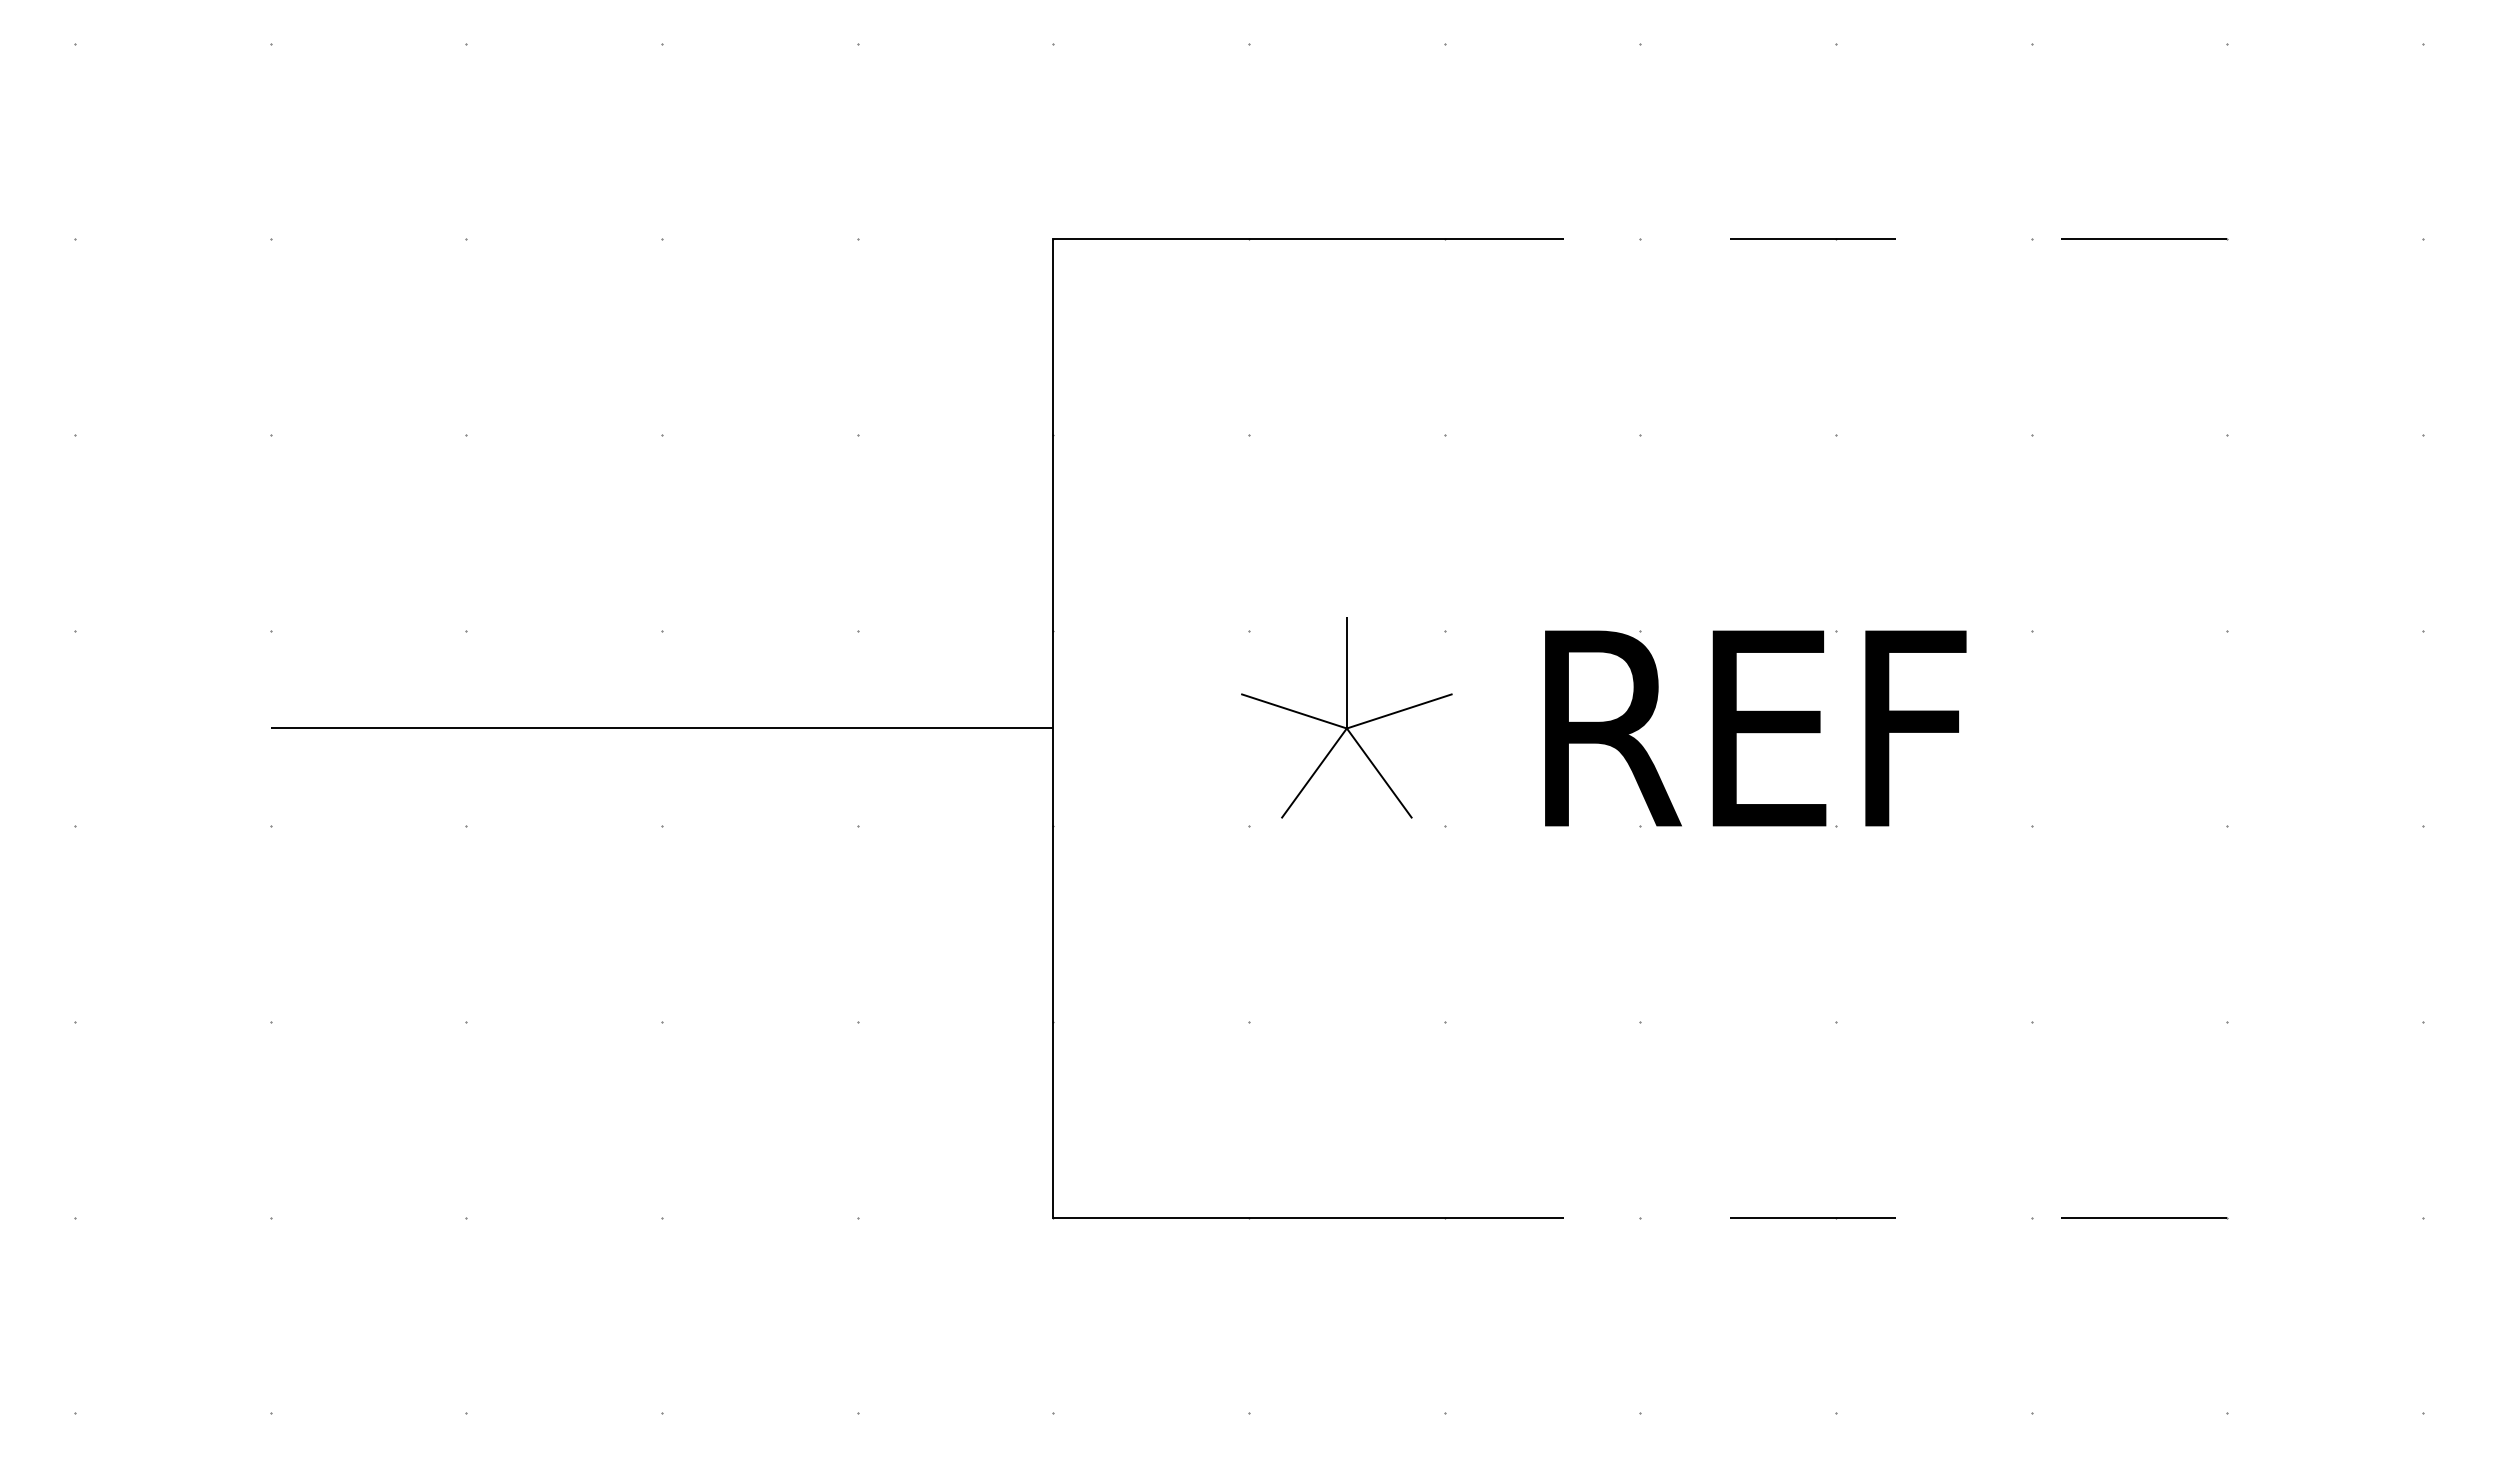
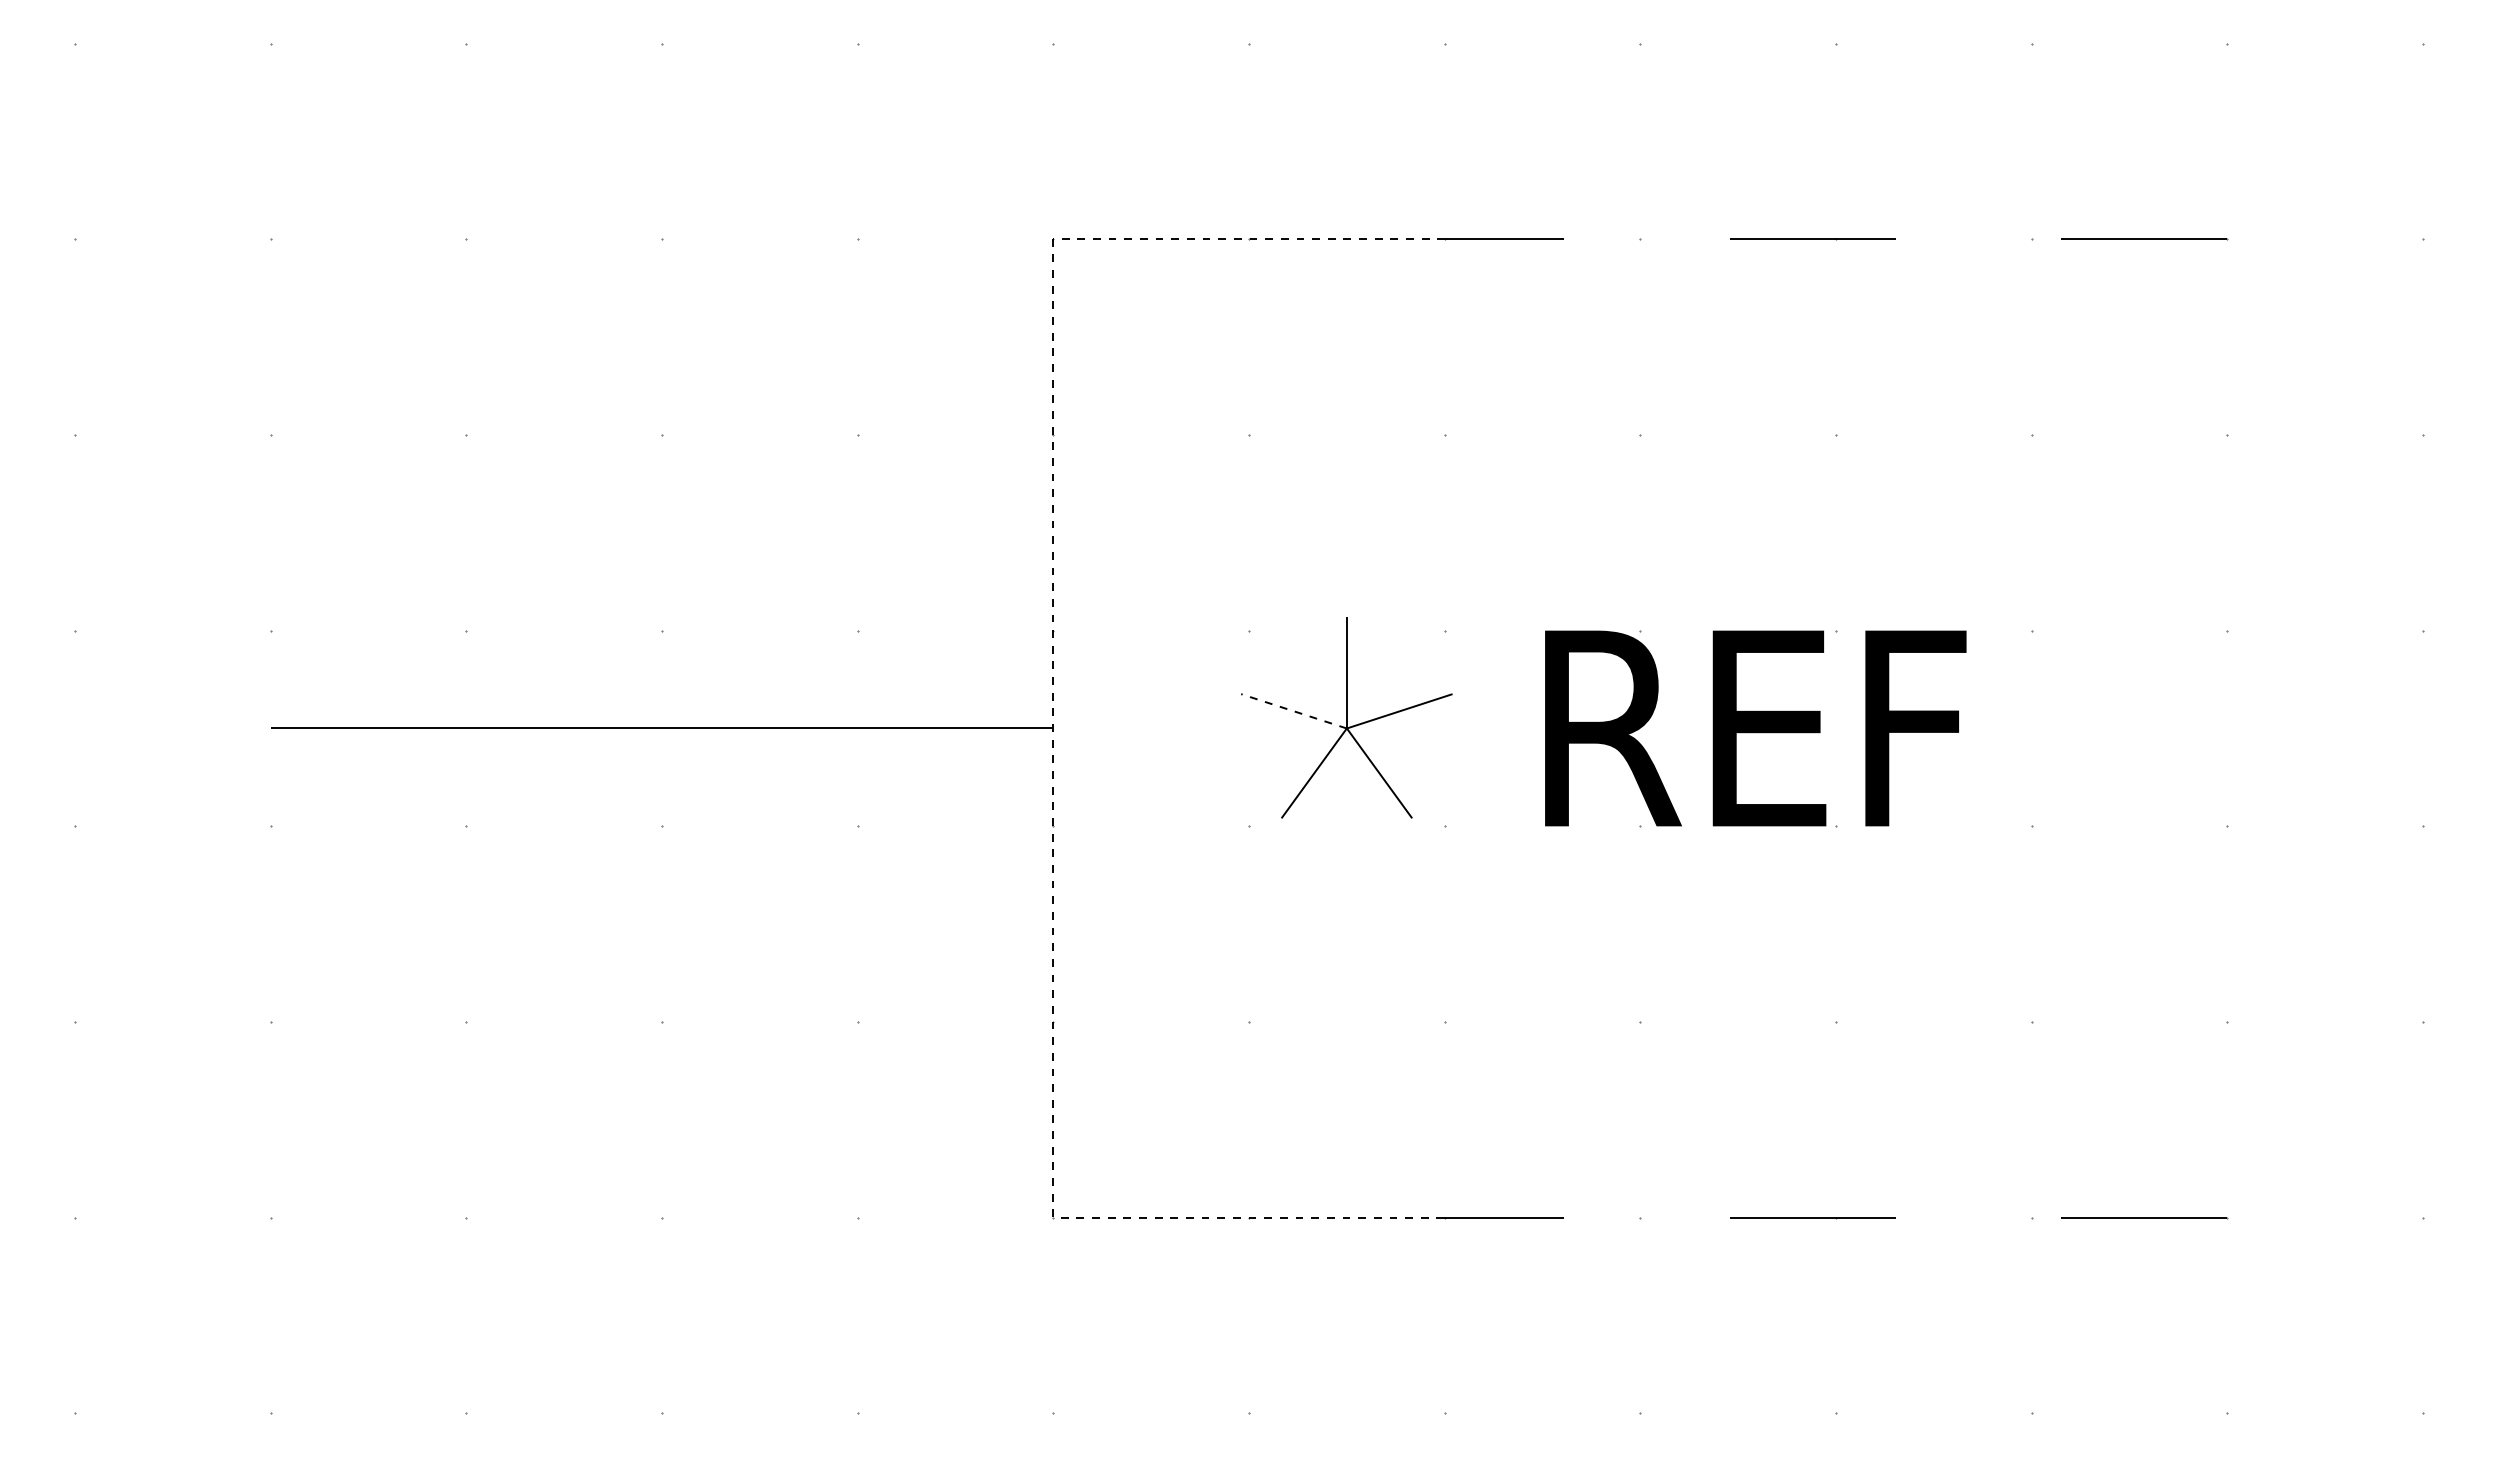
line at (1294, 711): solid -> dashed
line at (1053, 728): solid -> dashed
